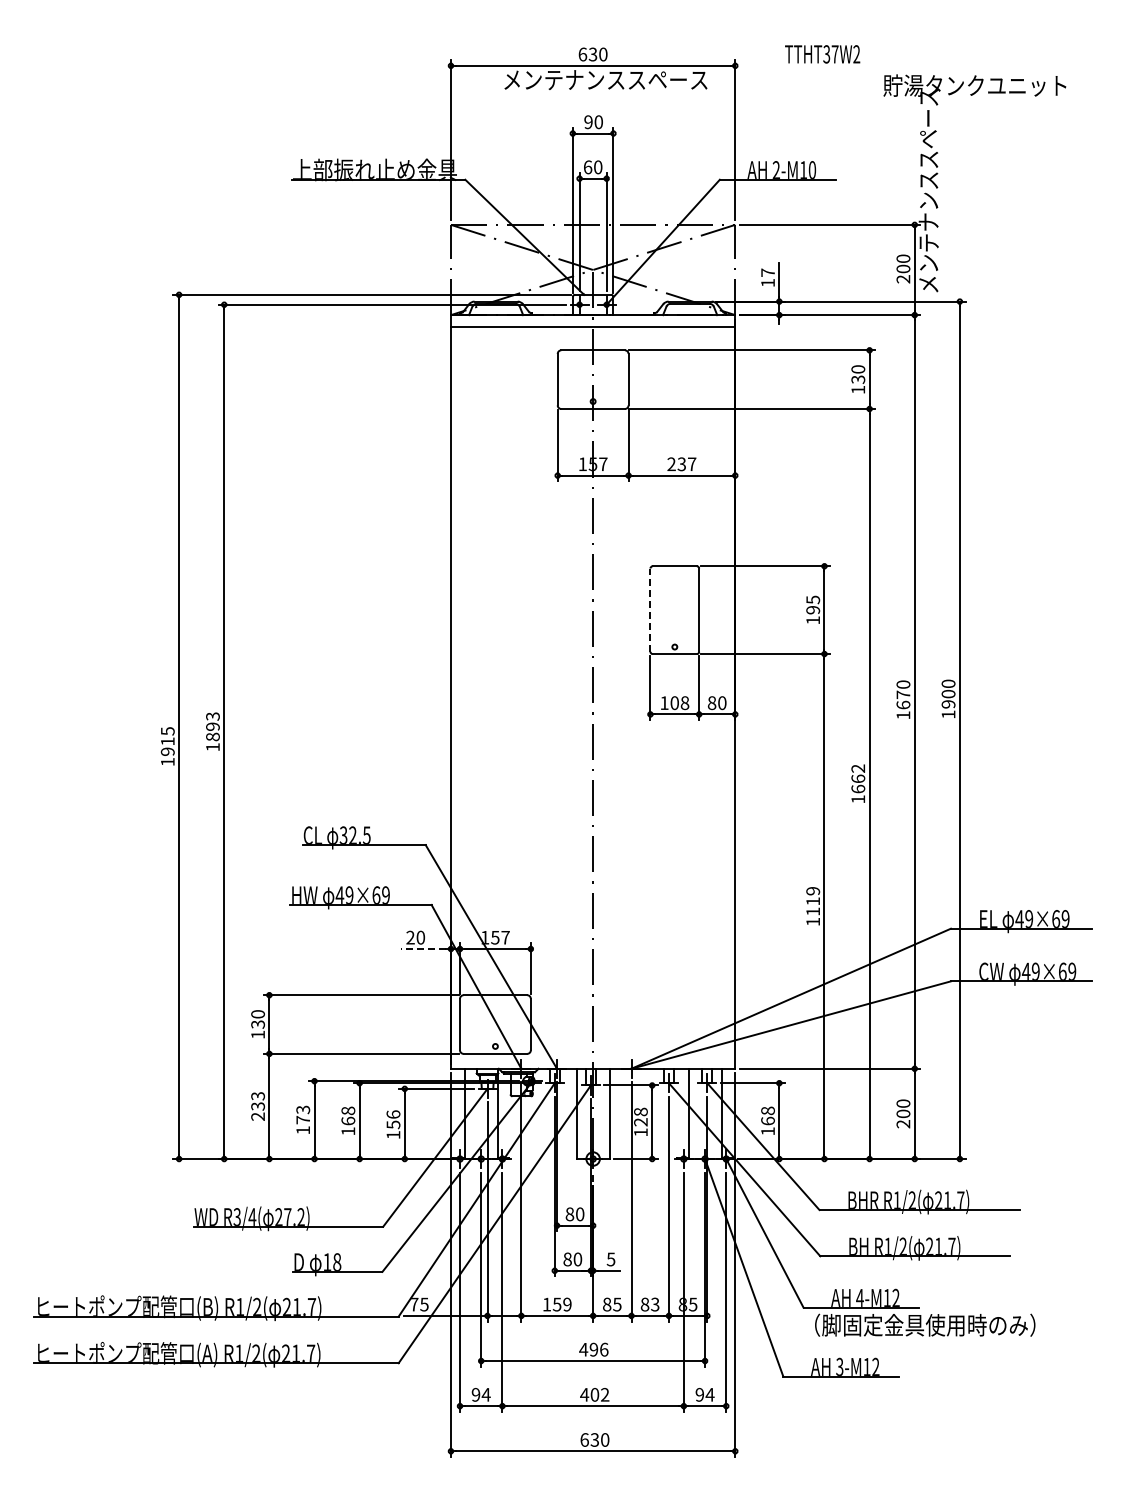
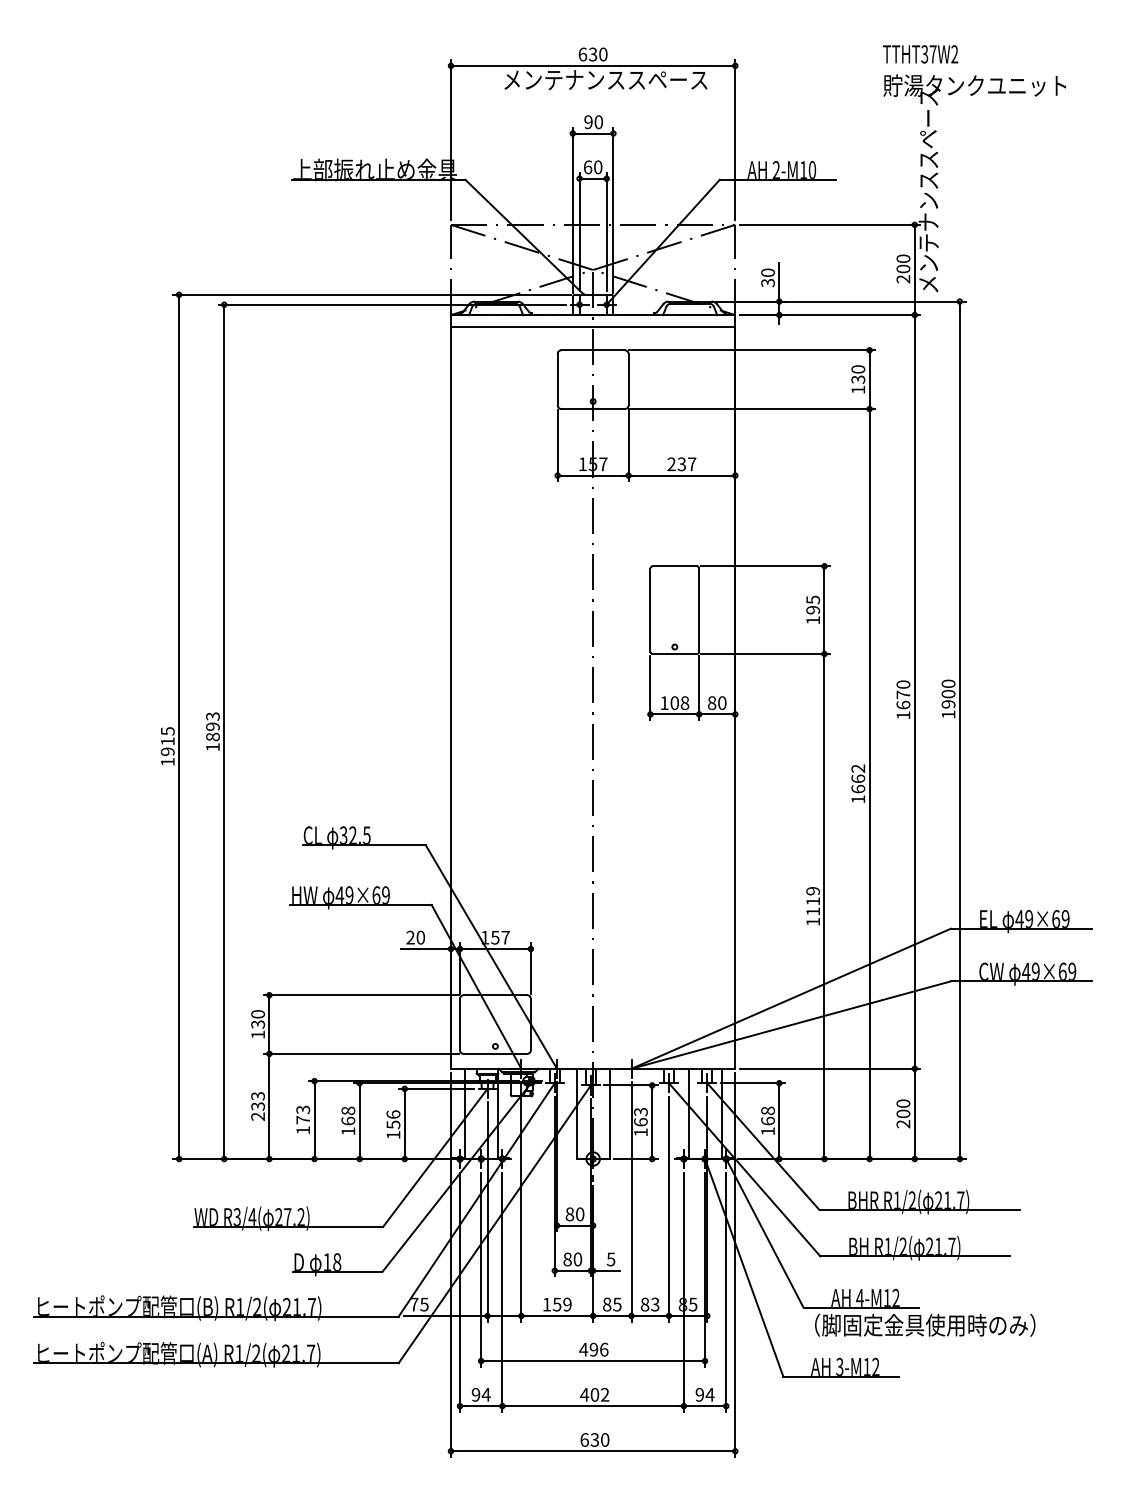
text at (822, 54) position: (822, 54) -> (920, 54)
text at (767, 277): 17 -> 30
line at (650, 610): dashed -> solid
line at (423, 949): dashed -> solid
text at (640, 1116): 128 -> 163
